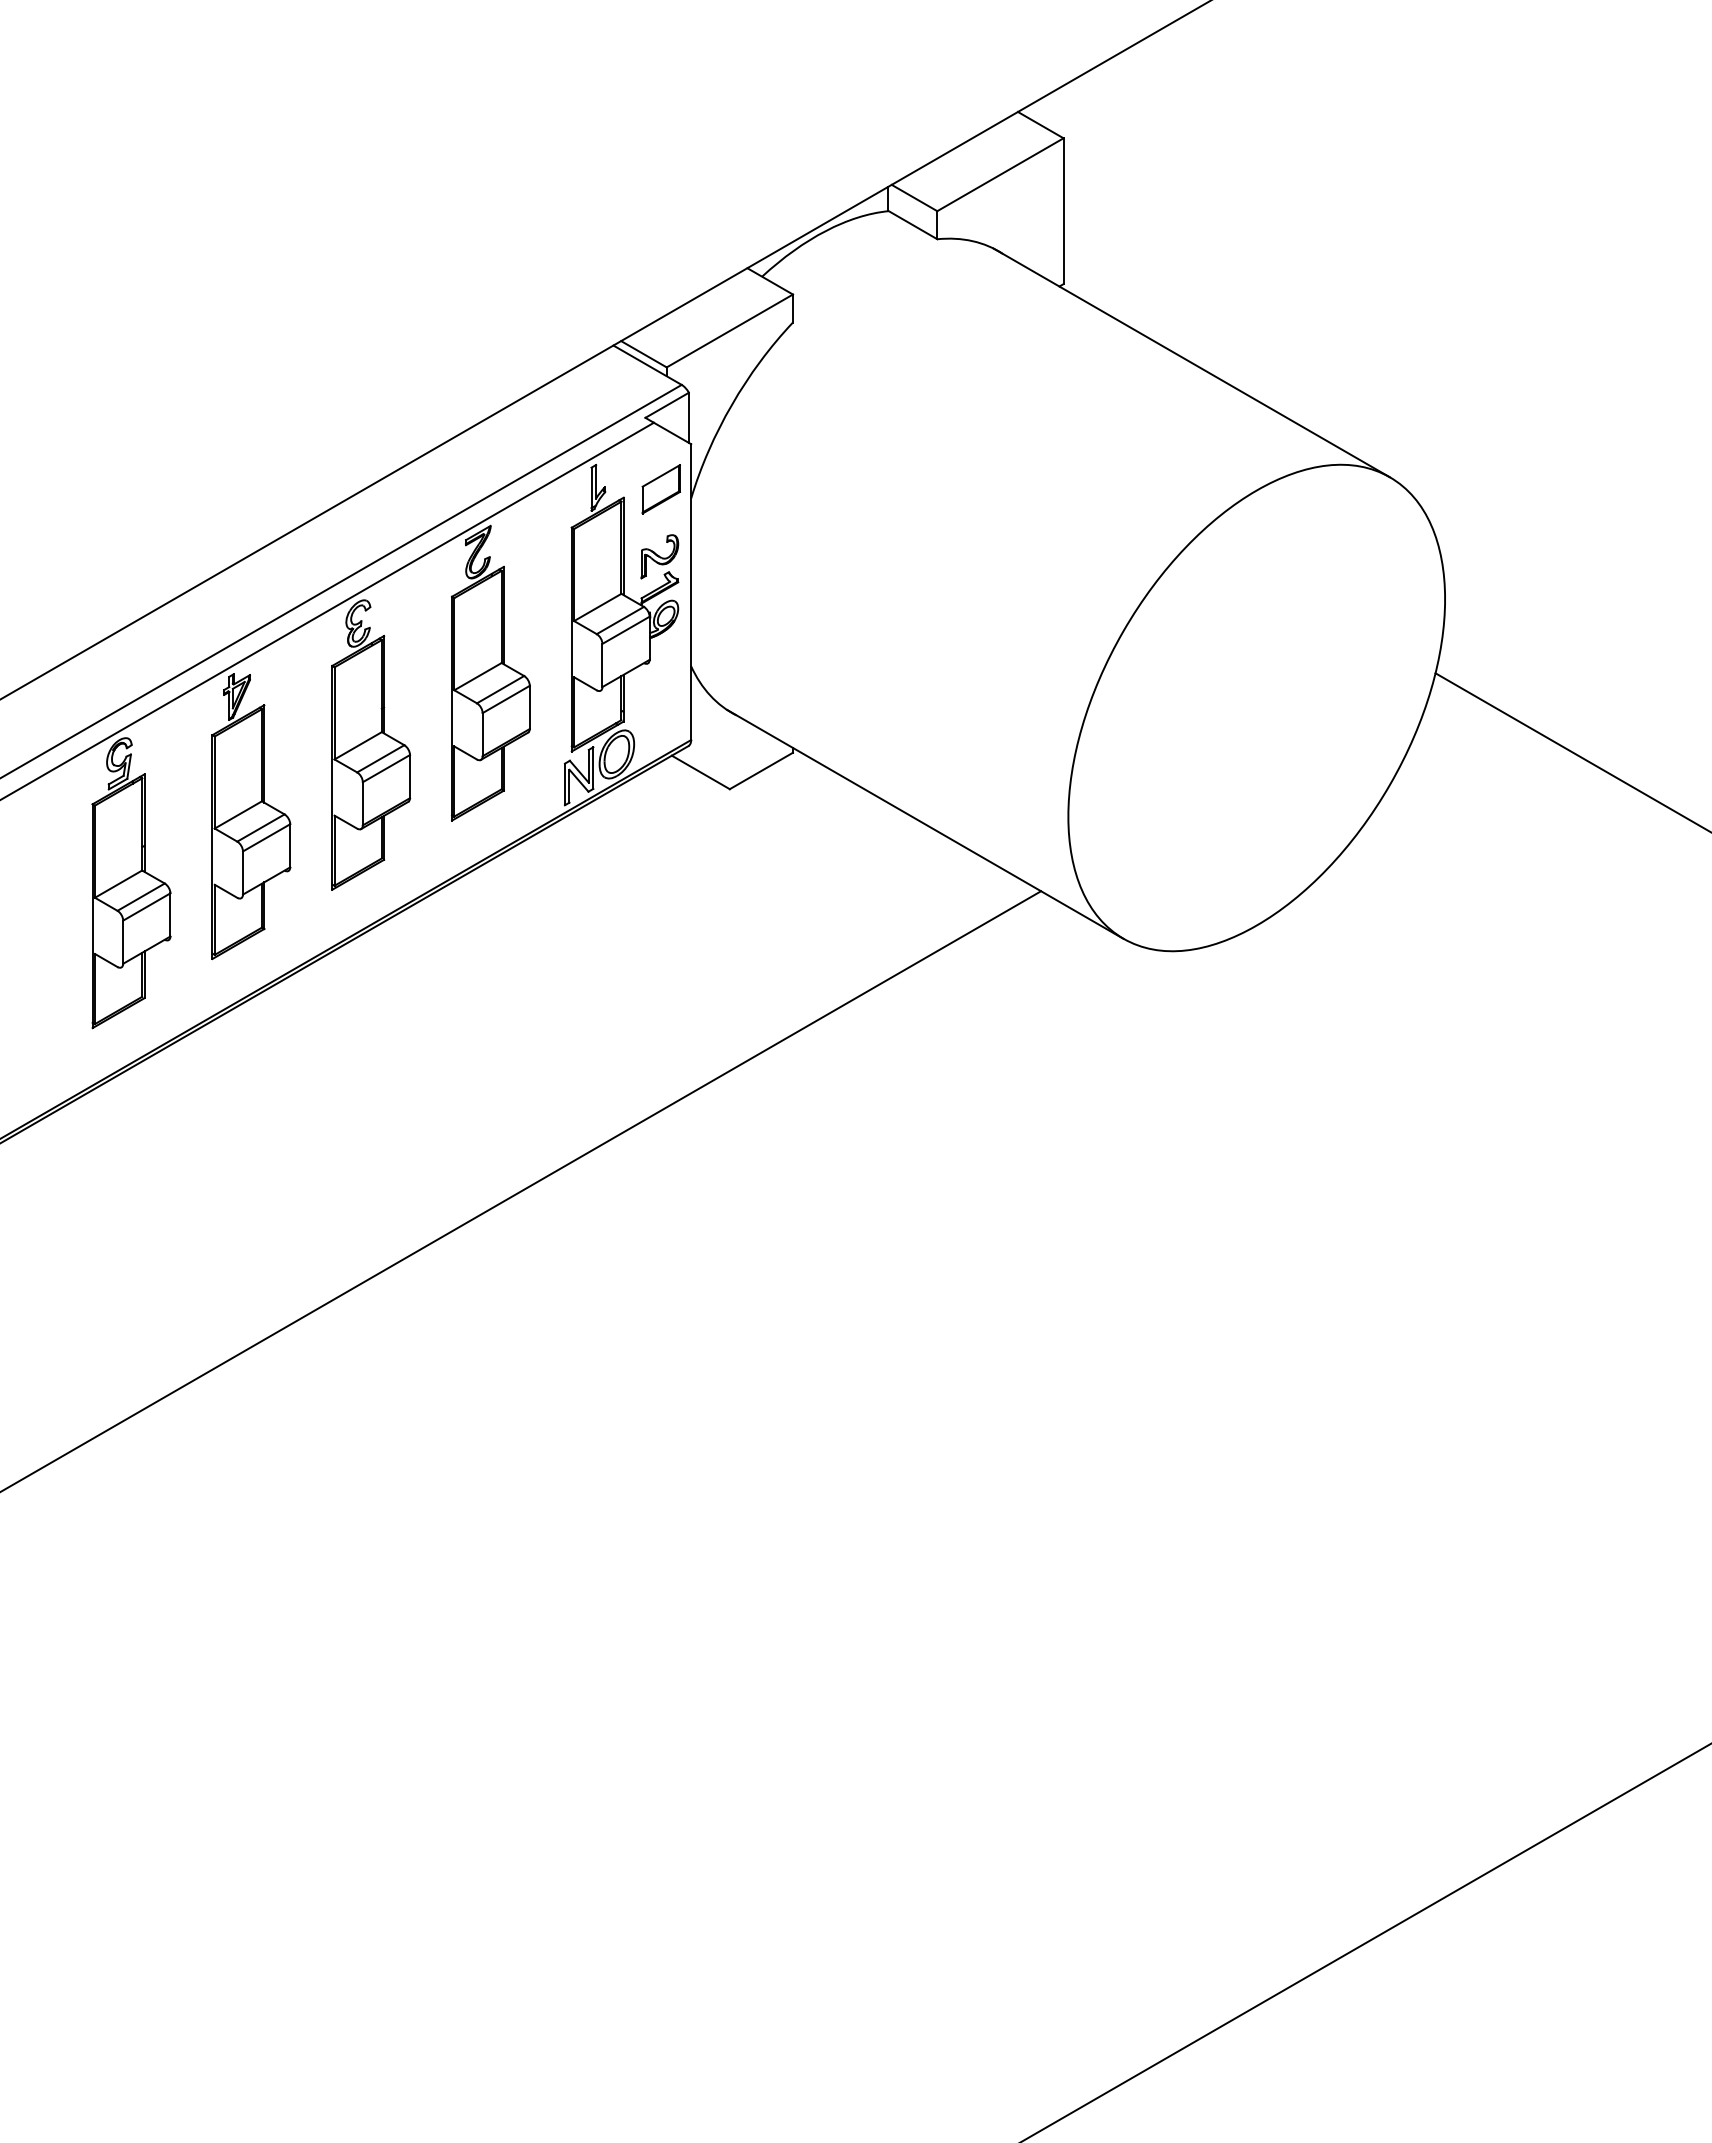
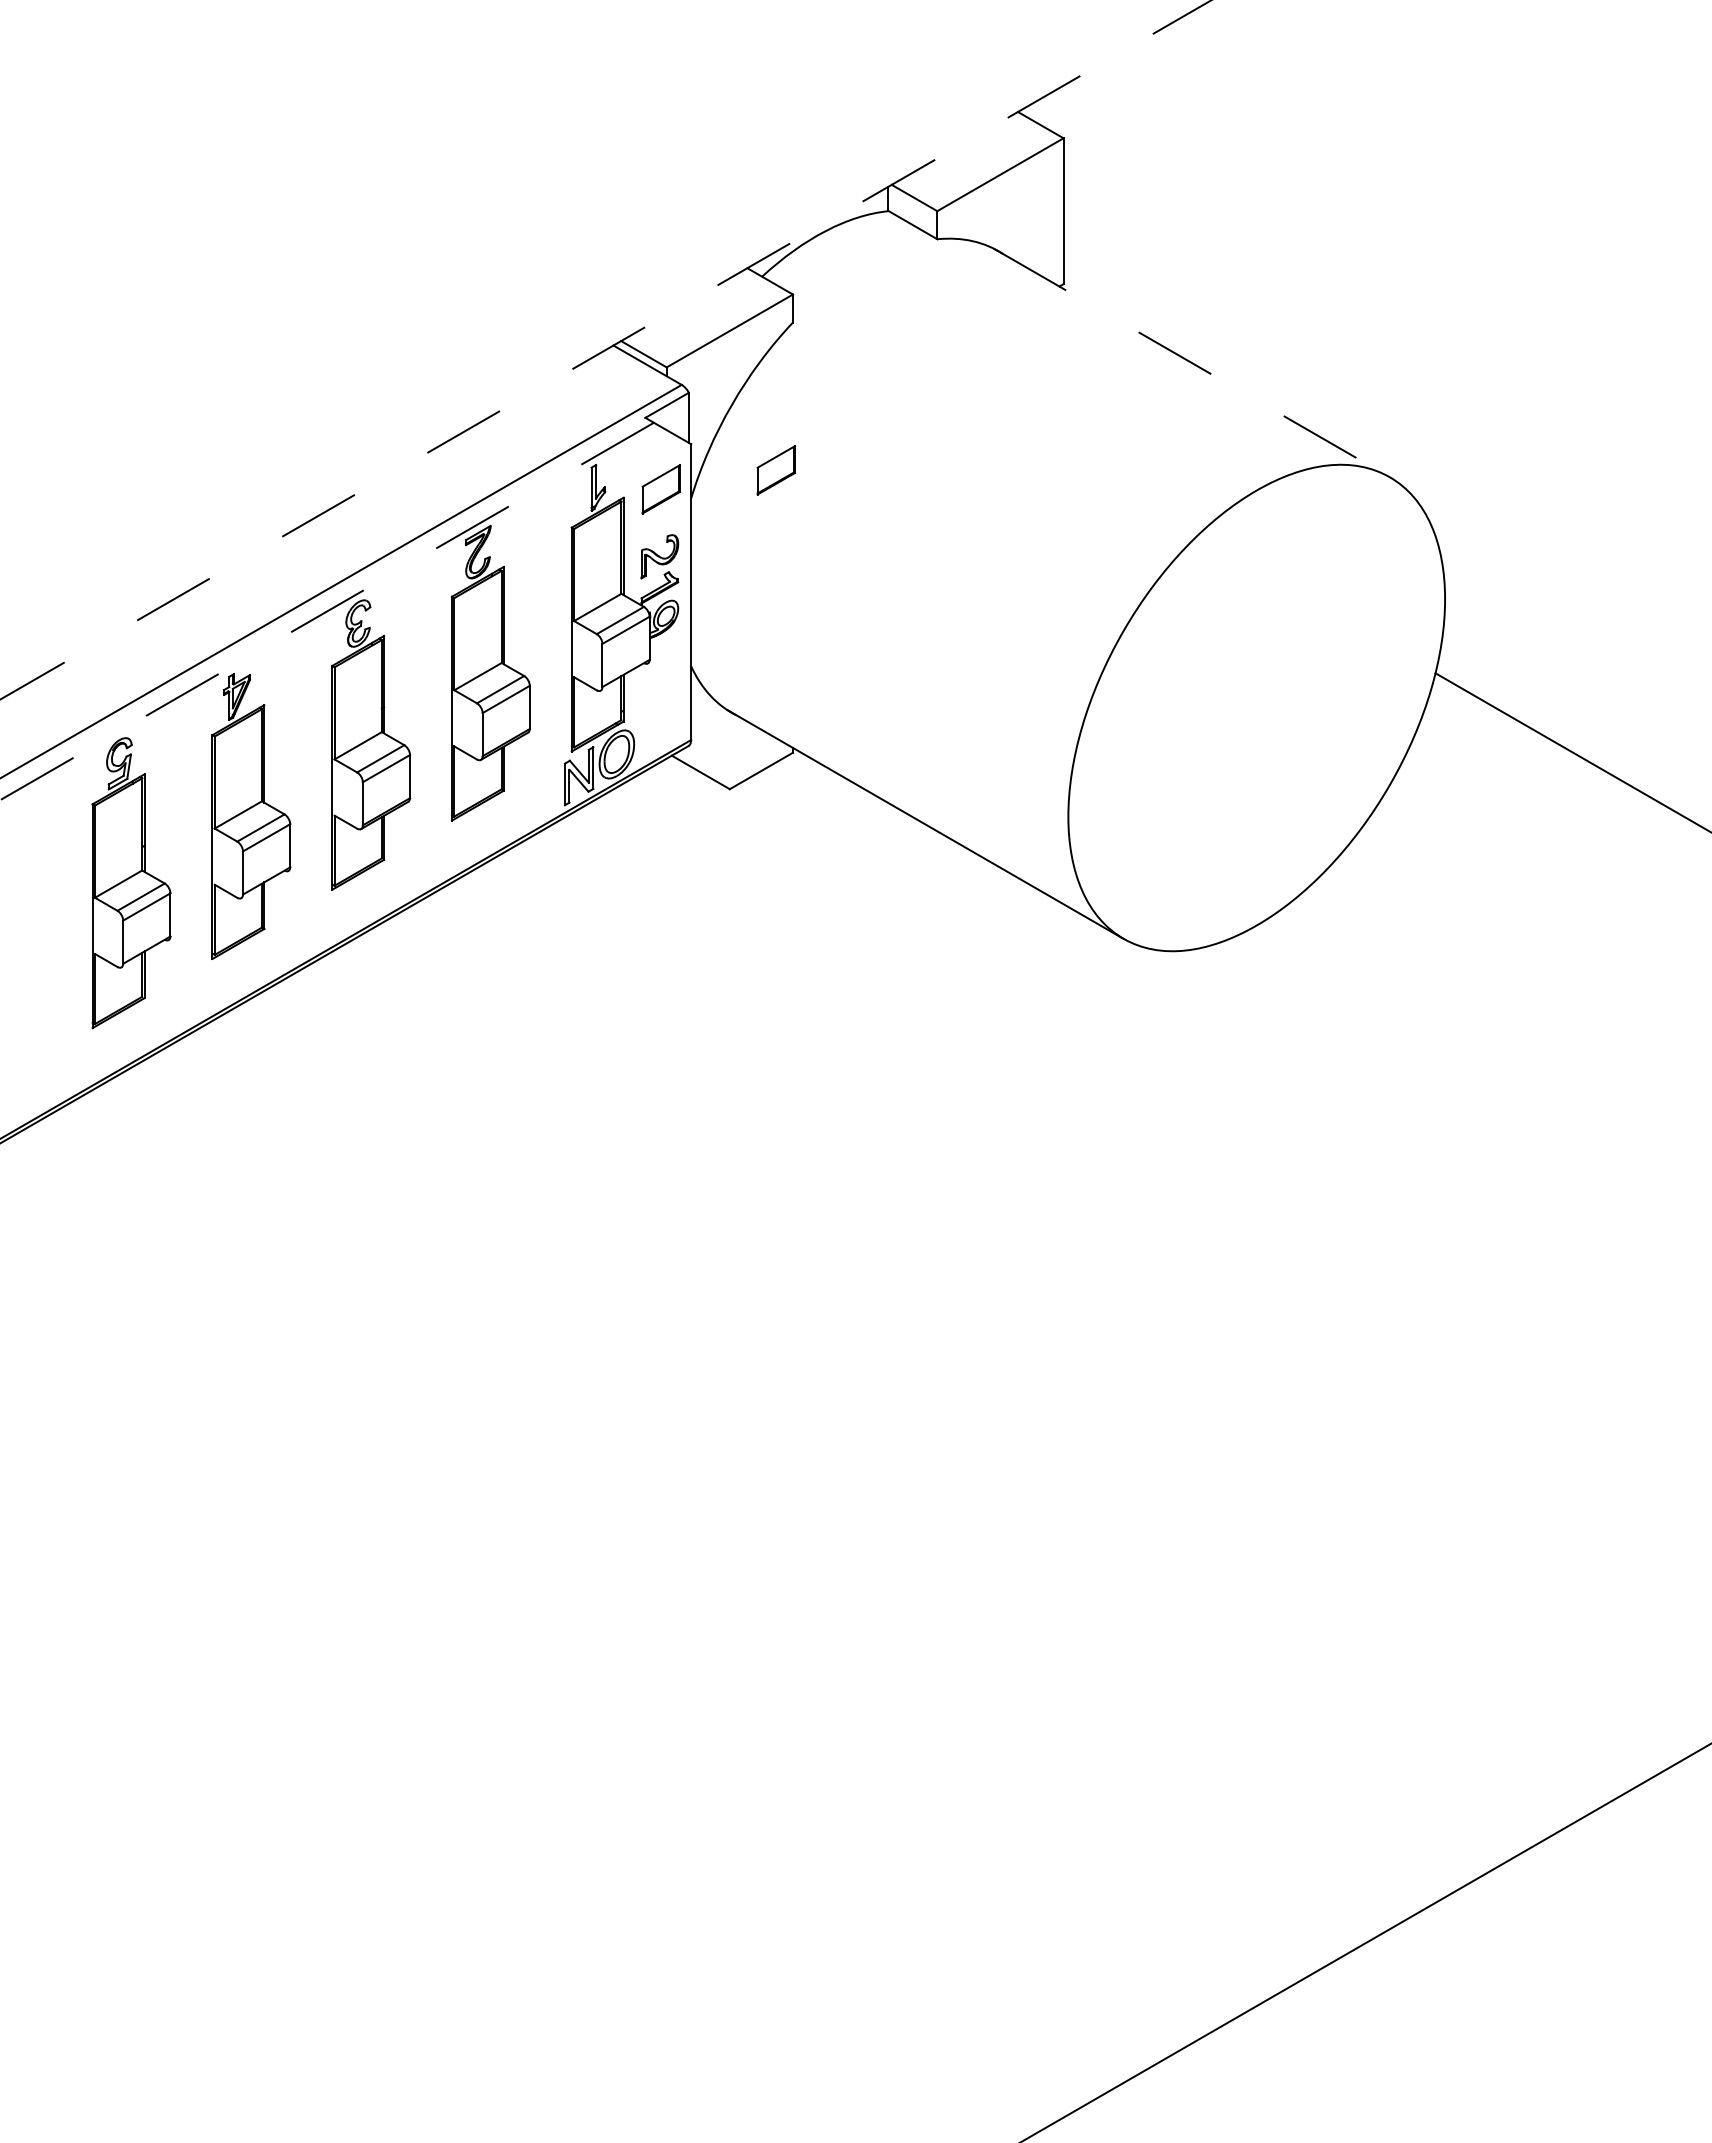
line at (605, 350): solid -> dashed
line at (1191, 362): solid -> dashed
part at (775, 470): none -> present
line at (326, 611): solid -> dashed
line at (521, 1190): present -> none
